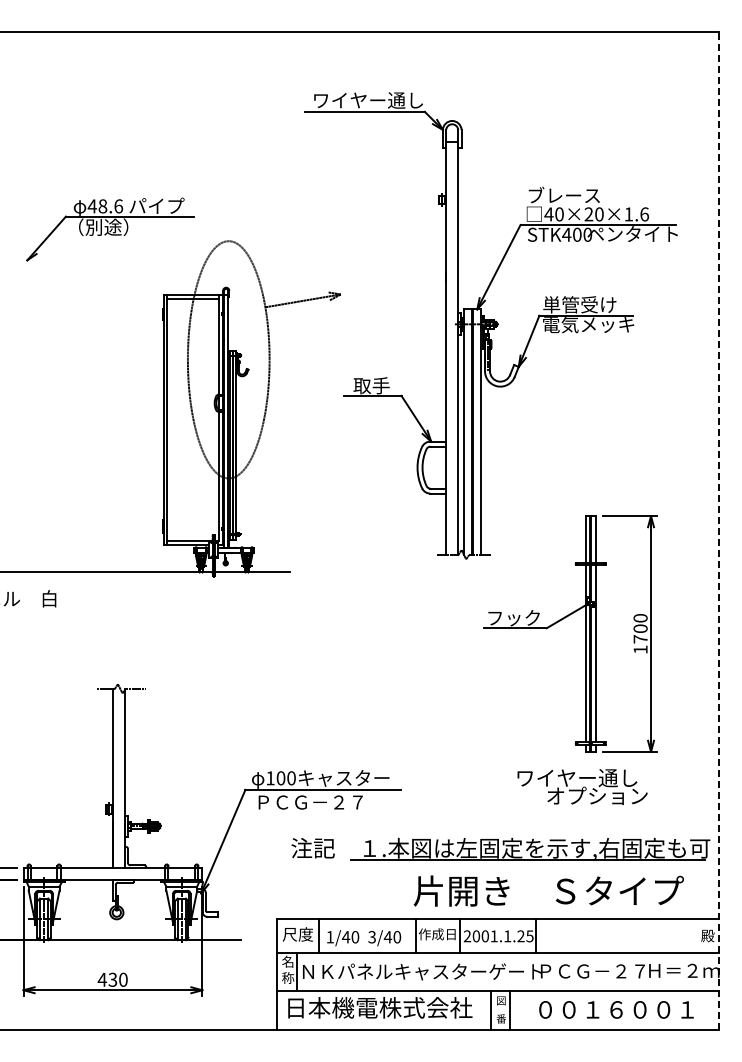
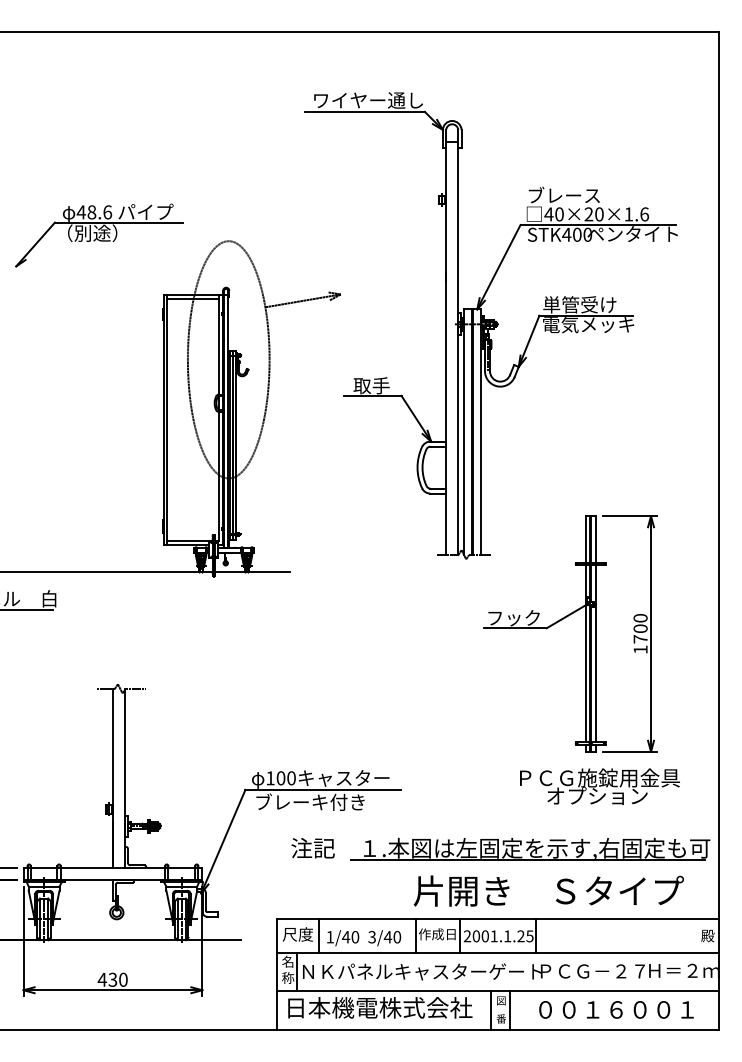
part at (110, 229) position: (110, 229) -> (99, 235)
line at (719, 530): dashed -> solid
line at (27, 609): none -> present
text at (598, 777): ワイヤー通し -> ＰＣＧ施錠用金具
text at (310, 801): ＰＣＧ－２７ -> ブレーキ付き
